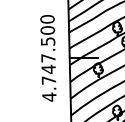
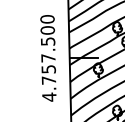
text at (48, 68): 4.747.500 -> 4.757.500
